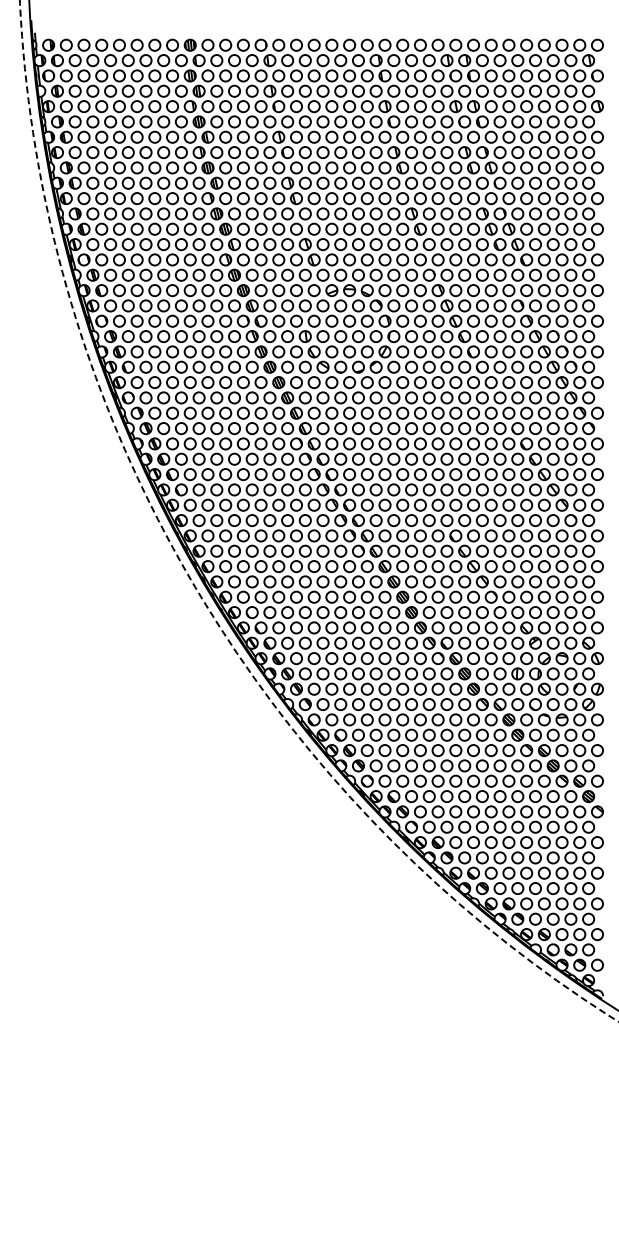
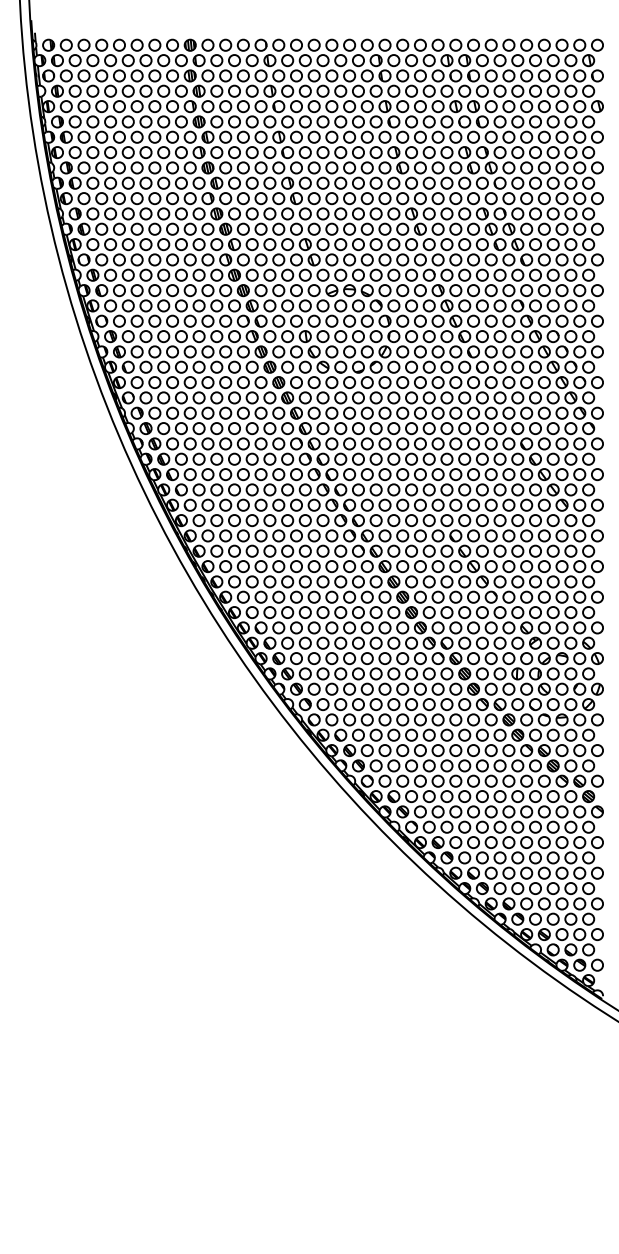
circle at (318, 510): dashed -> solid
